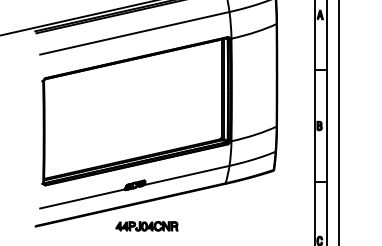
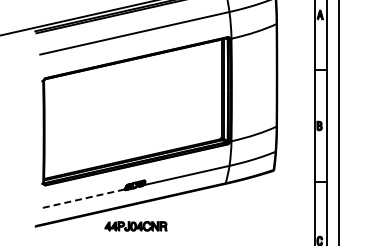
line at (82, 199): solid -> dashed
part at (146, 226) position: (146, 226) -> (135, 226)
